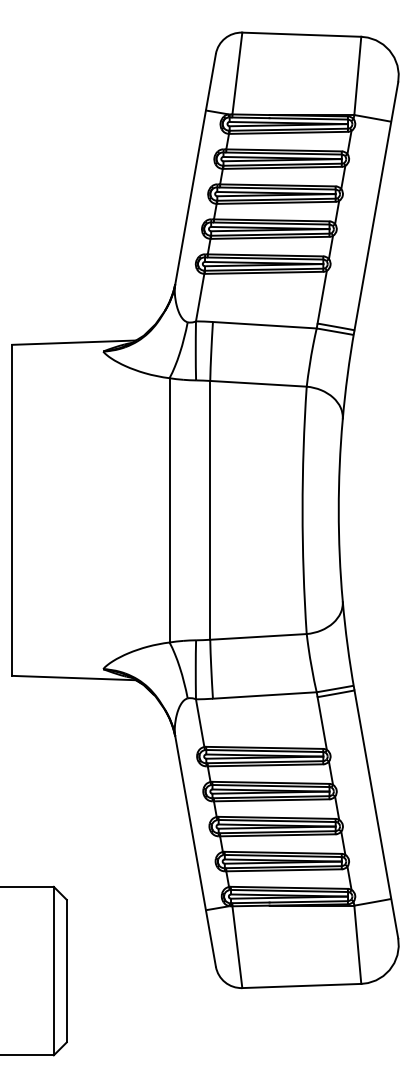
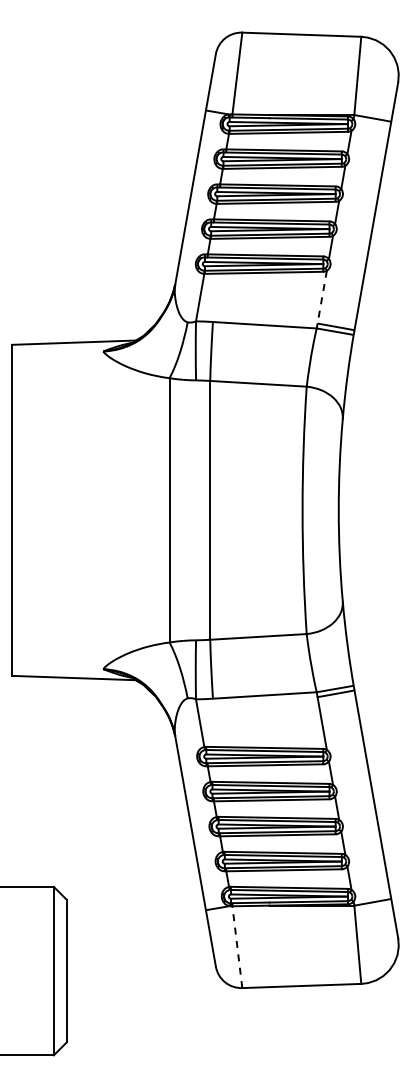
line at (322, 297): solid -> dashed
line at (237, 946): solid -> dashed
